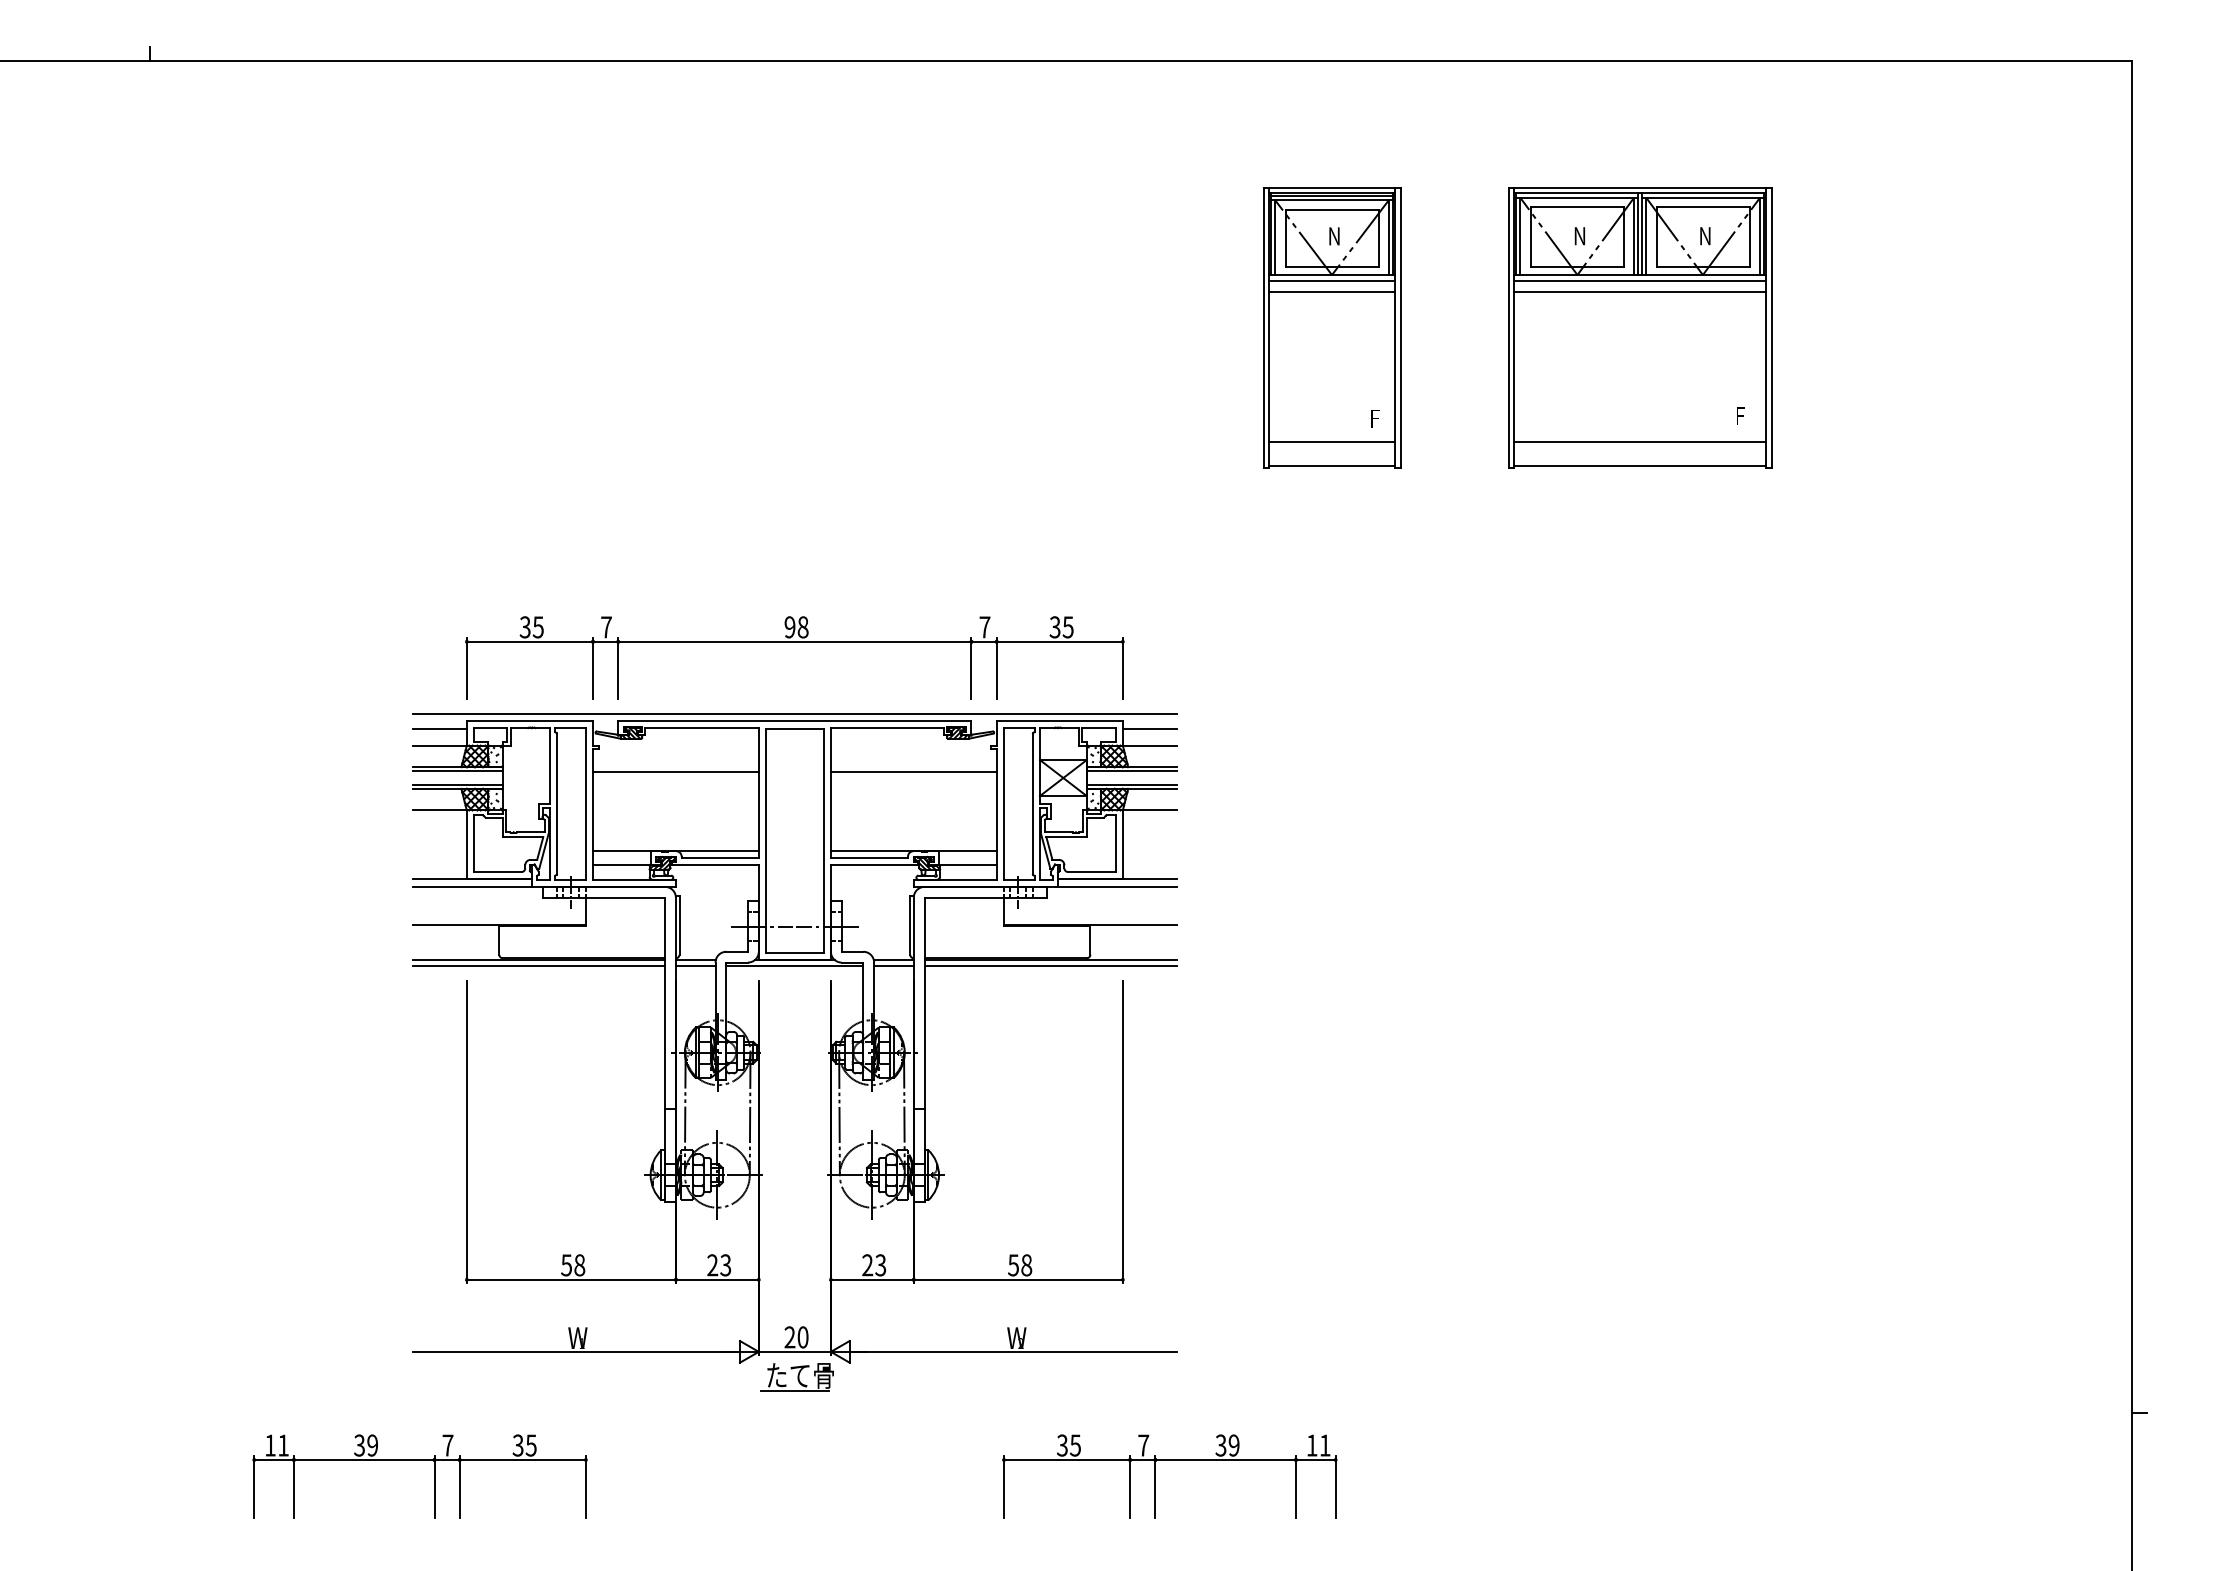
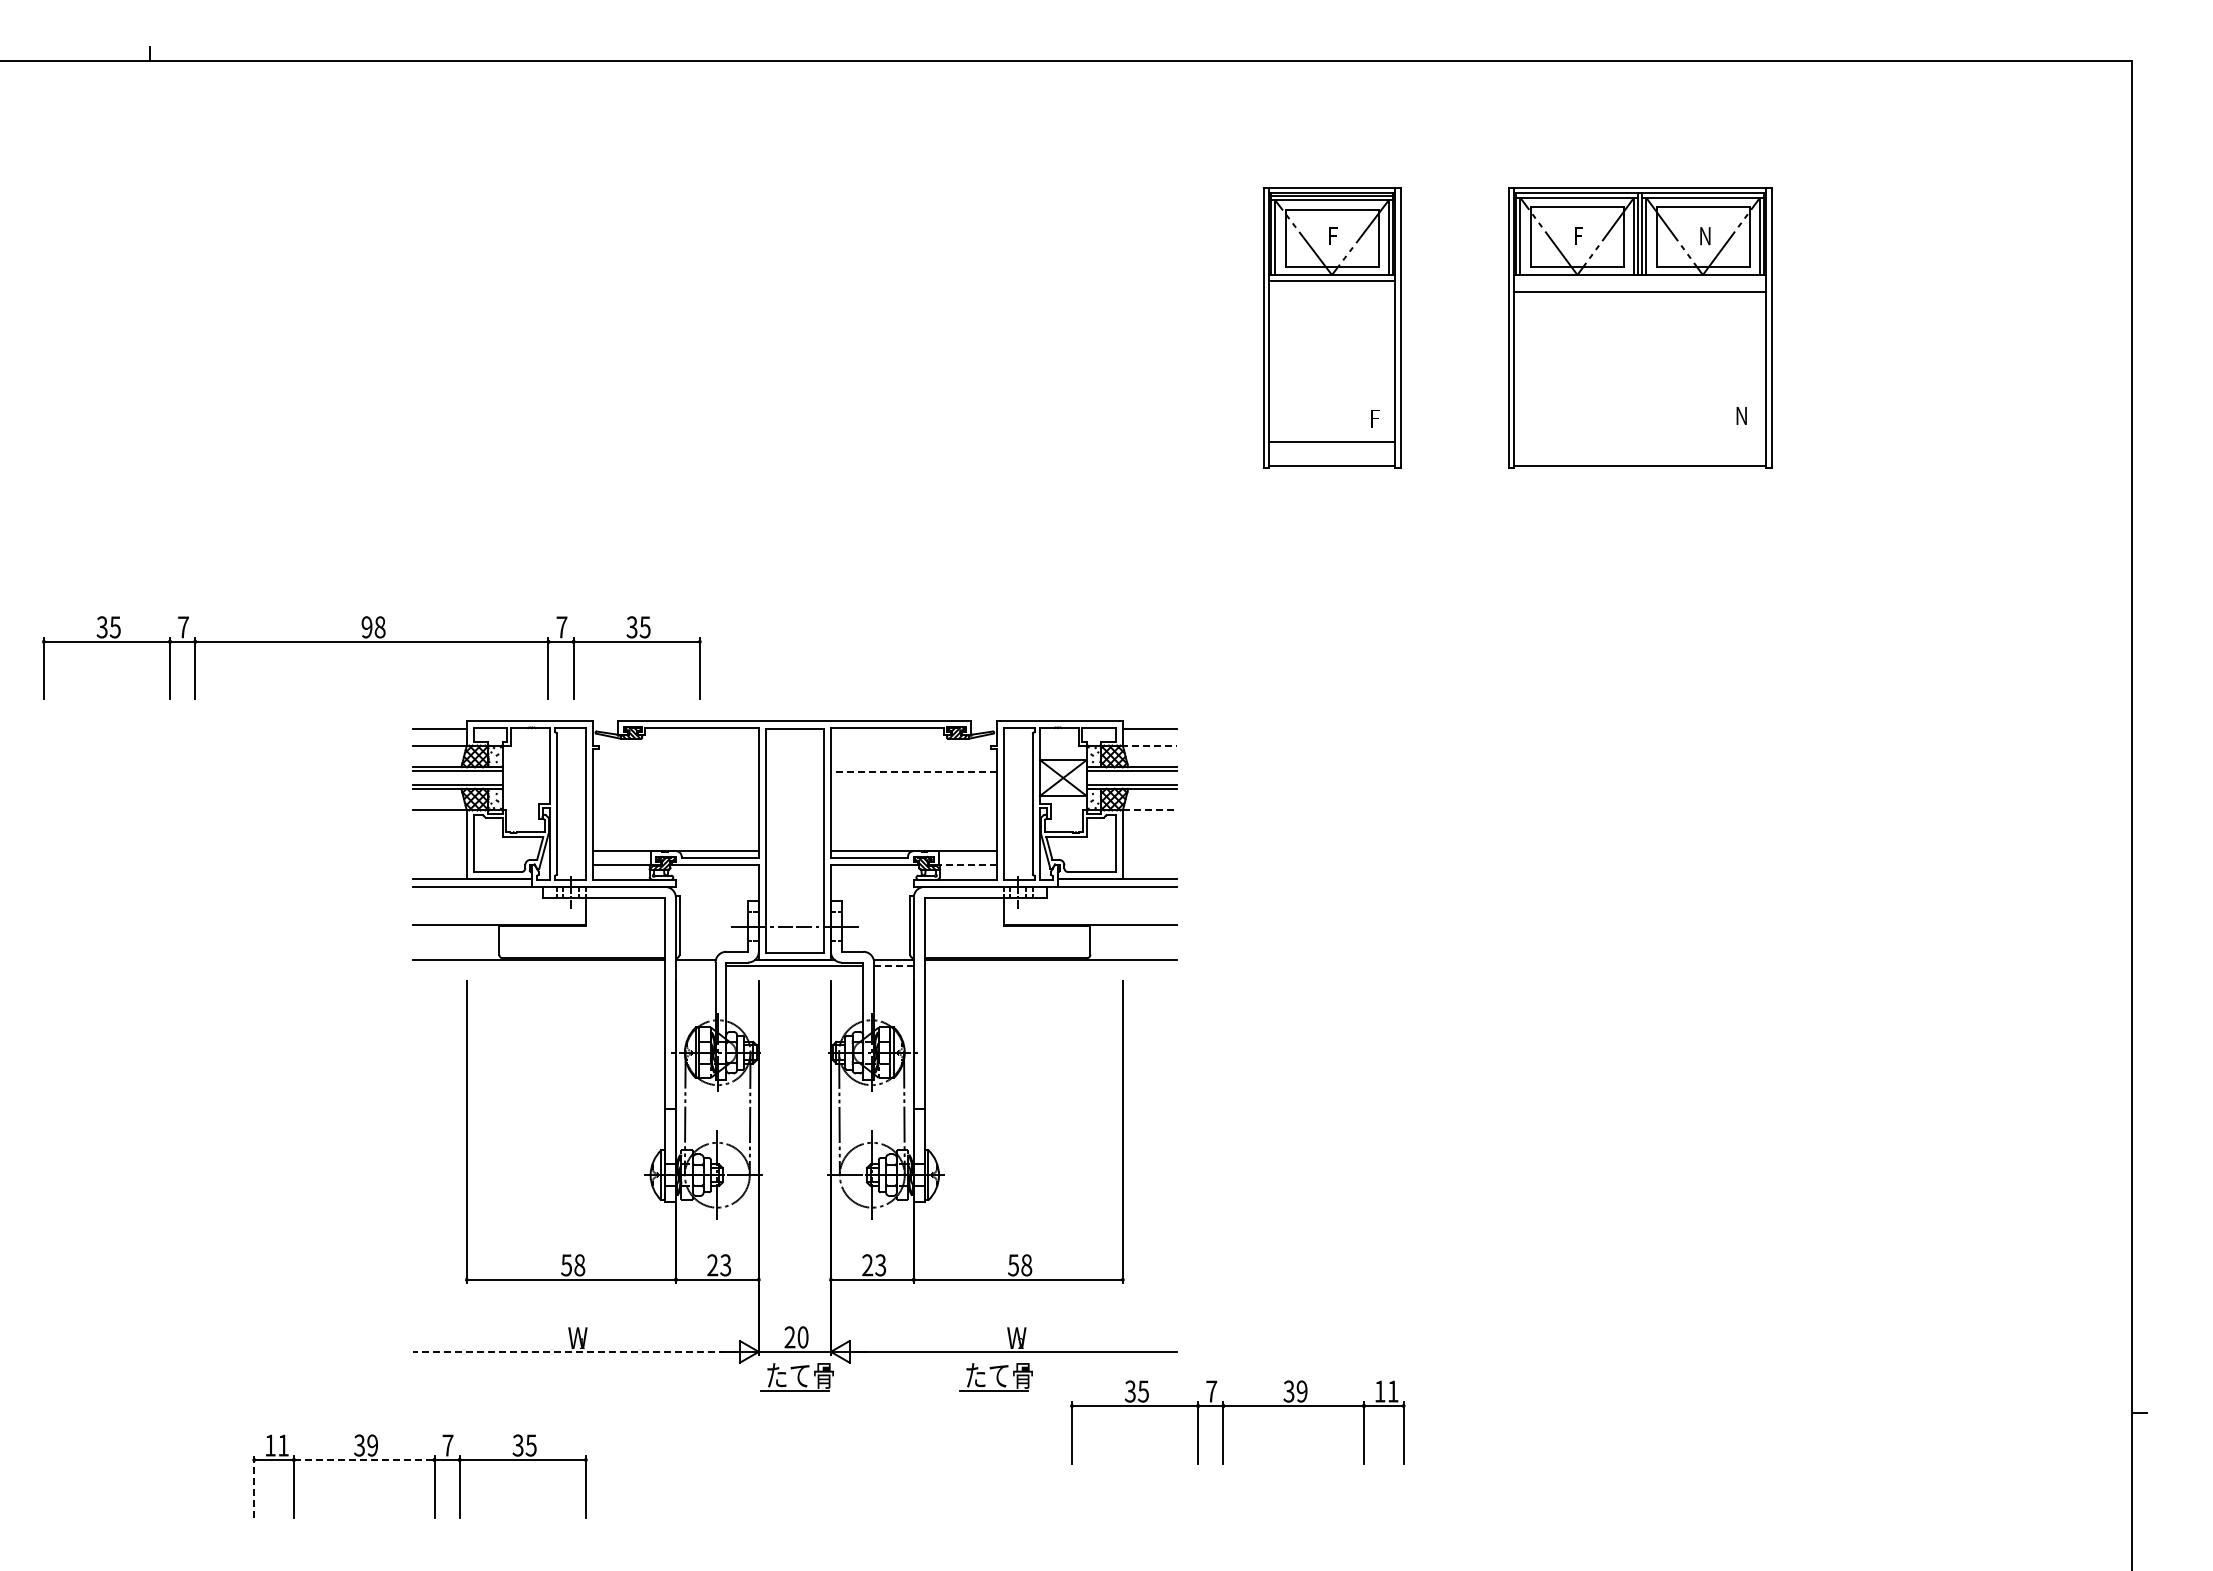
text at (1334, 236): N -> F
text at (1579, 236): N -> F
line at (1640, 281): present -> none
line at (1331, 292): present -> none
text at (1741, 415): F -> N
line at (1640, 441): present -> none
part at (794, 642) position: (794, 642) -> (371, 642)
line at (794, 713): present -> none
line at (1148, 745): solid -> dashed
line at (675, 772): present -> none
line at (913, 772): solid -> dashed
line at (1150, 810): solid -> dashed
line at (966, 865): solid -> dashed
line at (538, 966): present -> none
line at (695, 966): present -> none
line at (893, 966): solid -> dashed
line at (1050, 966): present -> none
line at (574, 1351): solid -> dashed
part at (995, 1377): none -> present
line at (364, 1460): solid -> dashed
part at (1155, 1476) position: (1155, 1476) -> (1223, 1422)
line at (254, 1487): solid -> dashed
